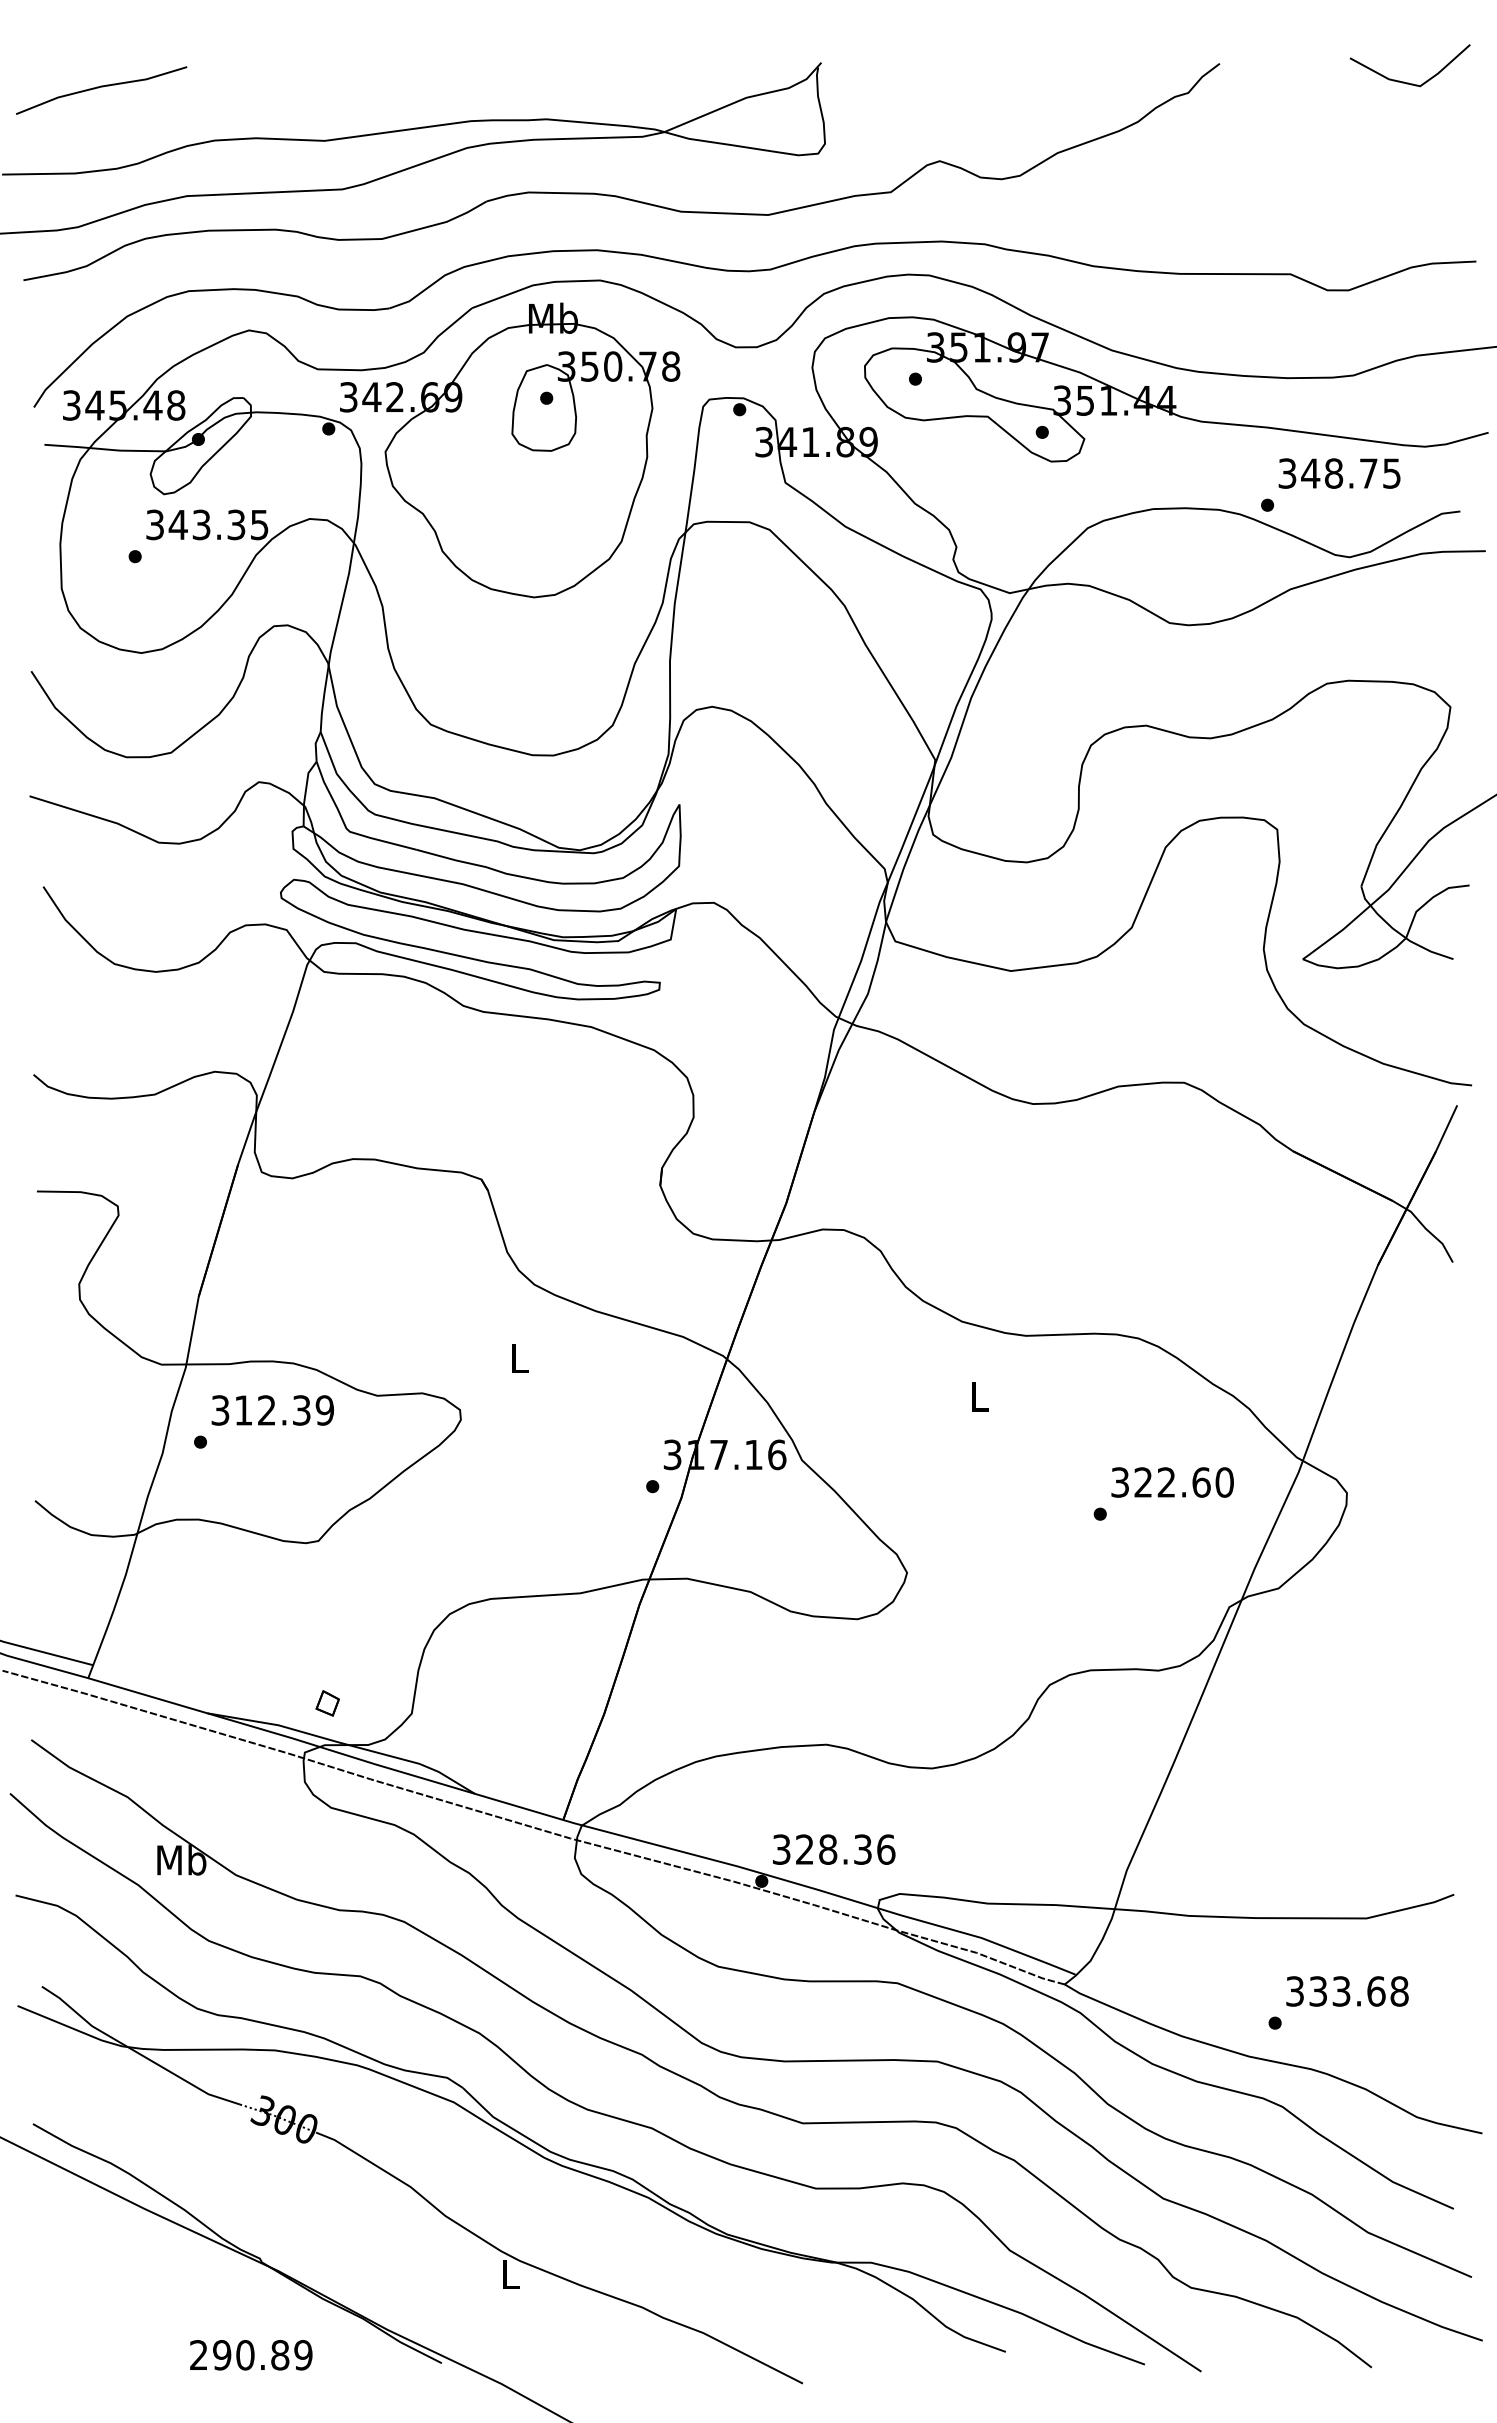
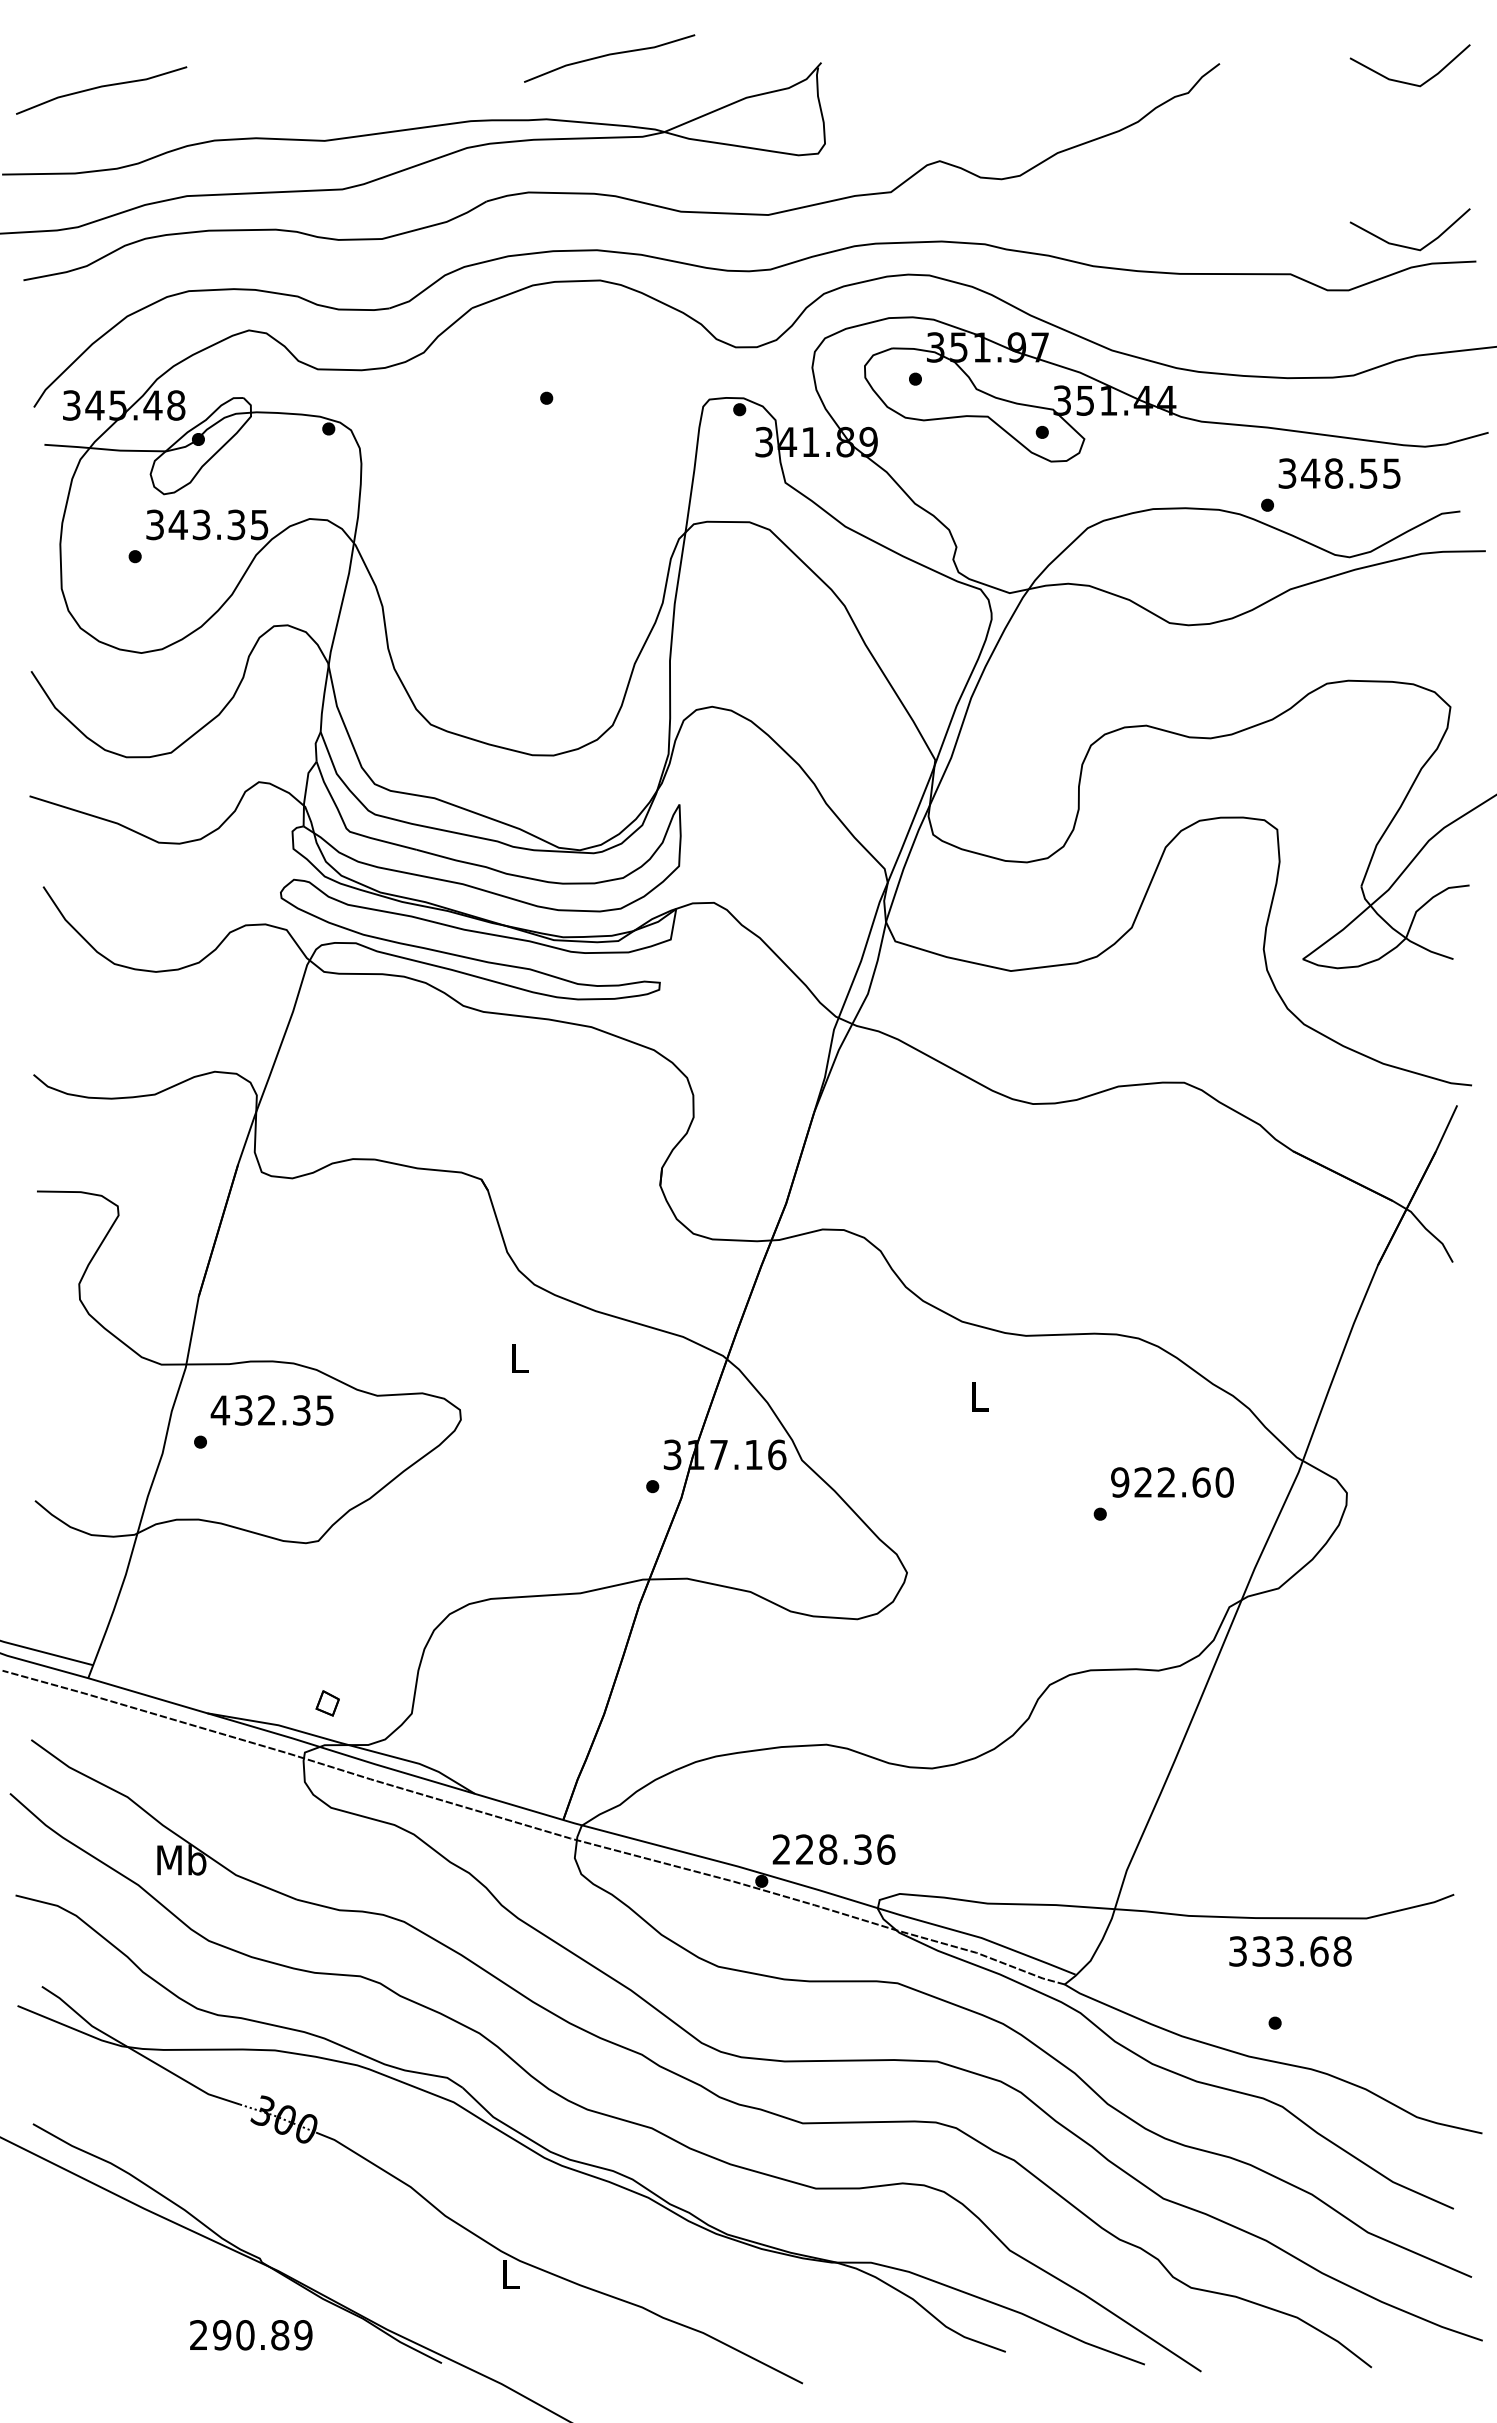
line at (609, 55): none -> present
line at (1404, 245): none -> present
part at (510, 450): present -> none
text at (1368, 473): 348.75 -> 348.55
text at (272, 1410): 312.39 -> 432.35
text at (1120, 1482): 322.60 -> 922.60
text at (781, 1849): 328.36 -> 228.36
text at (1347, 1991) position: (1347, 1991) -> (1290, 1951)
text at (251, 2355) position: (251, 2355) -> (251, 2335)
